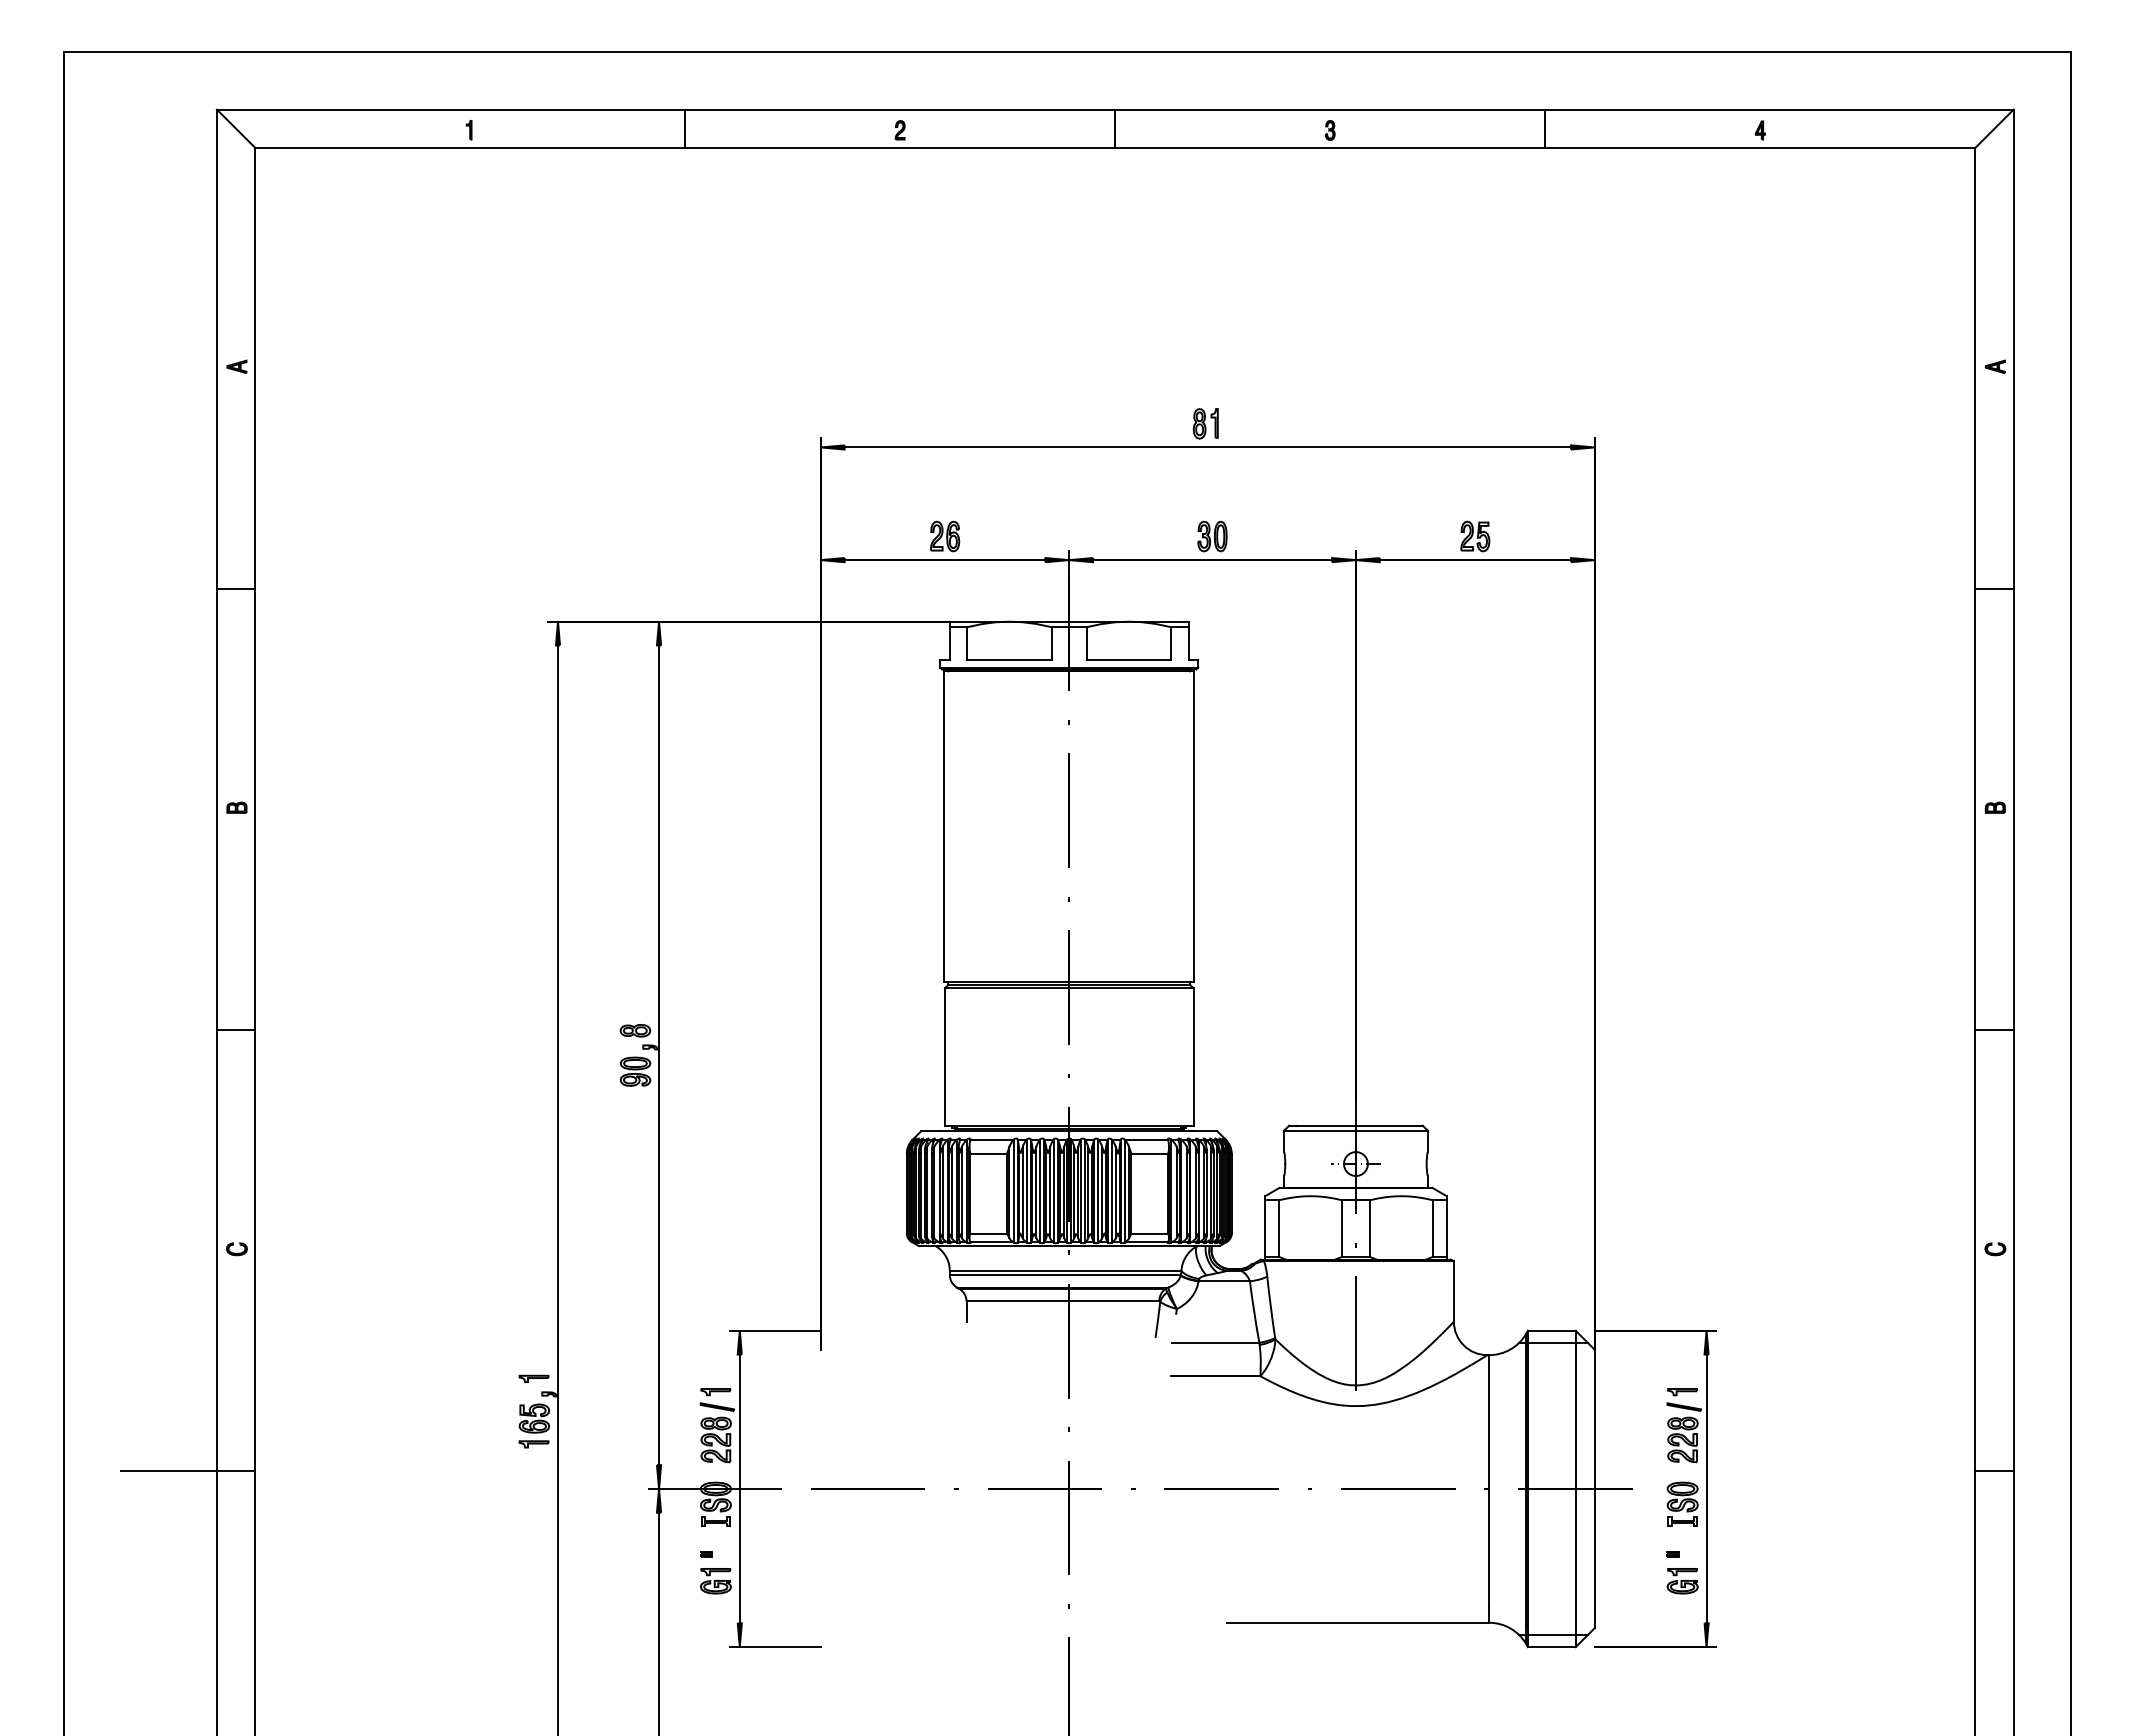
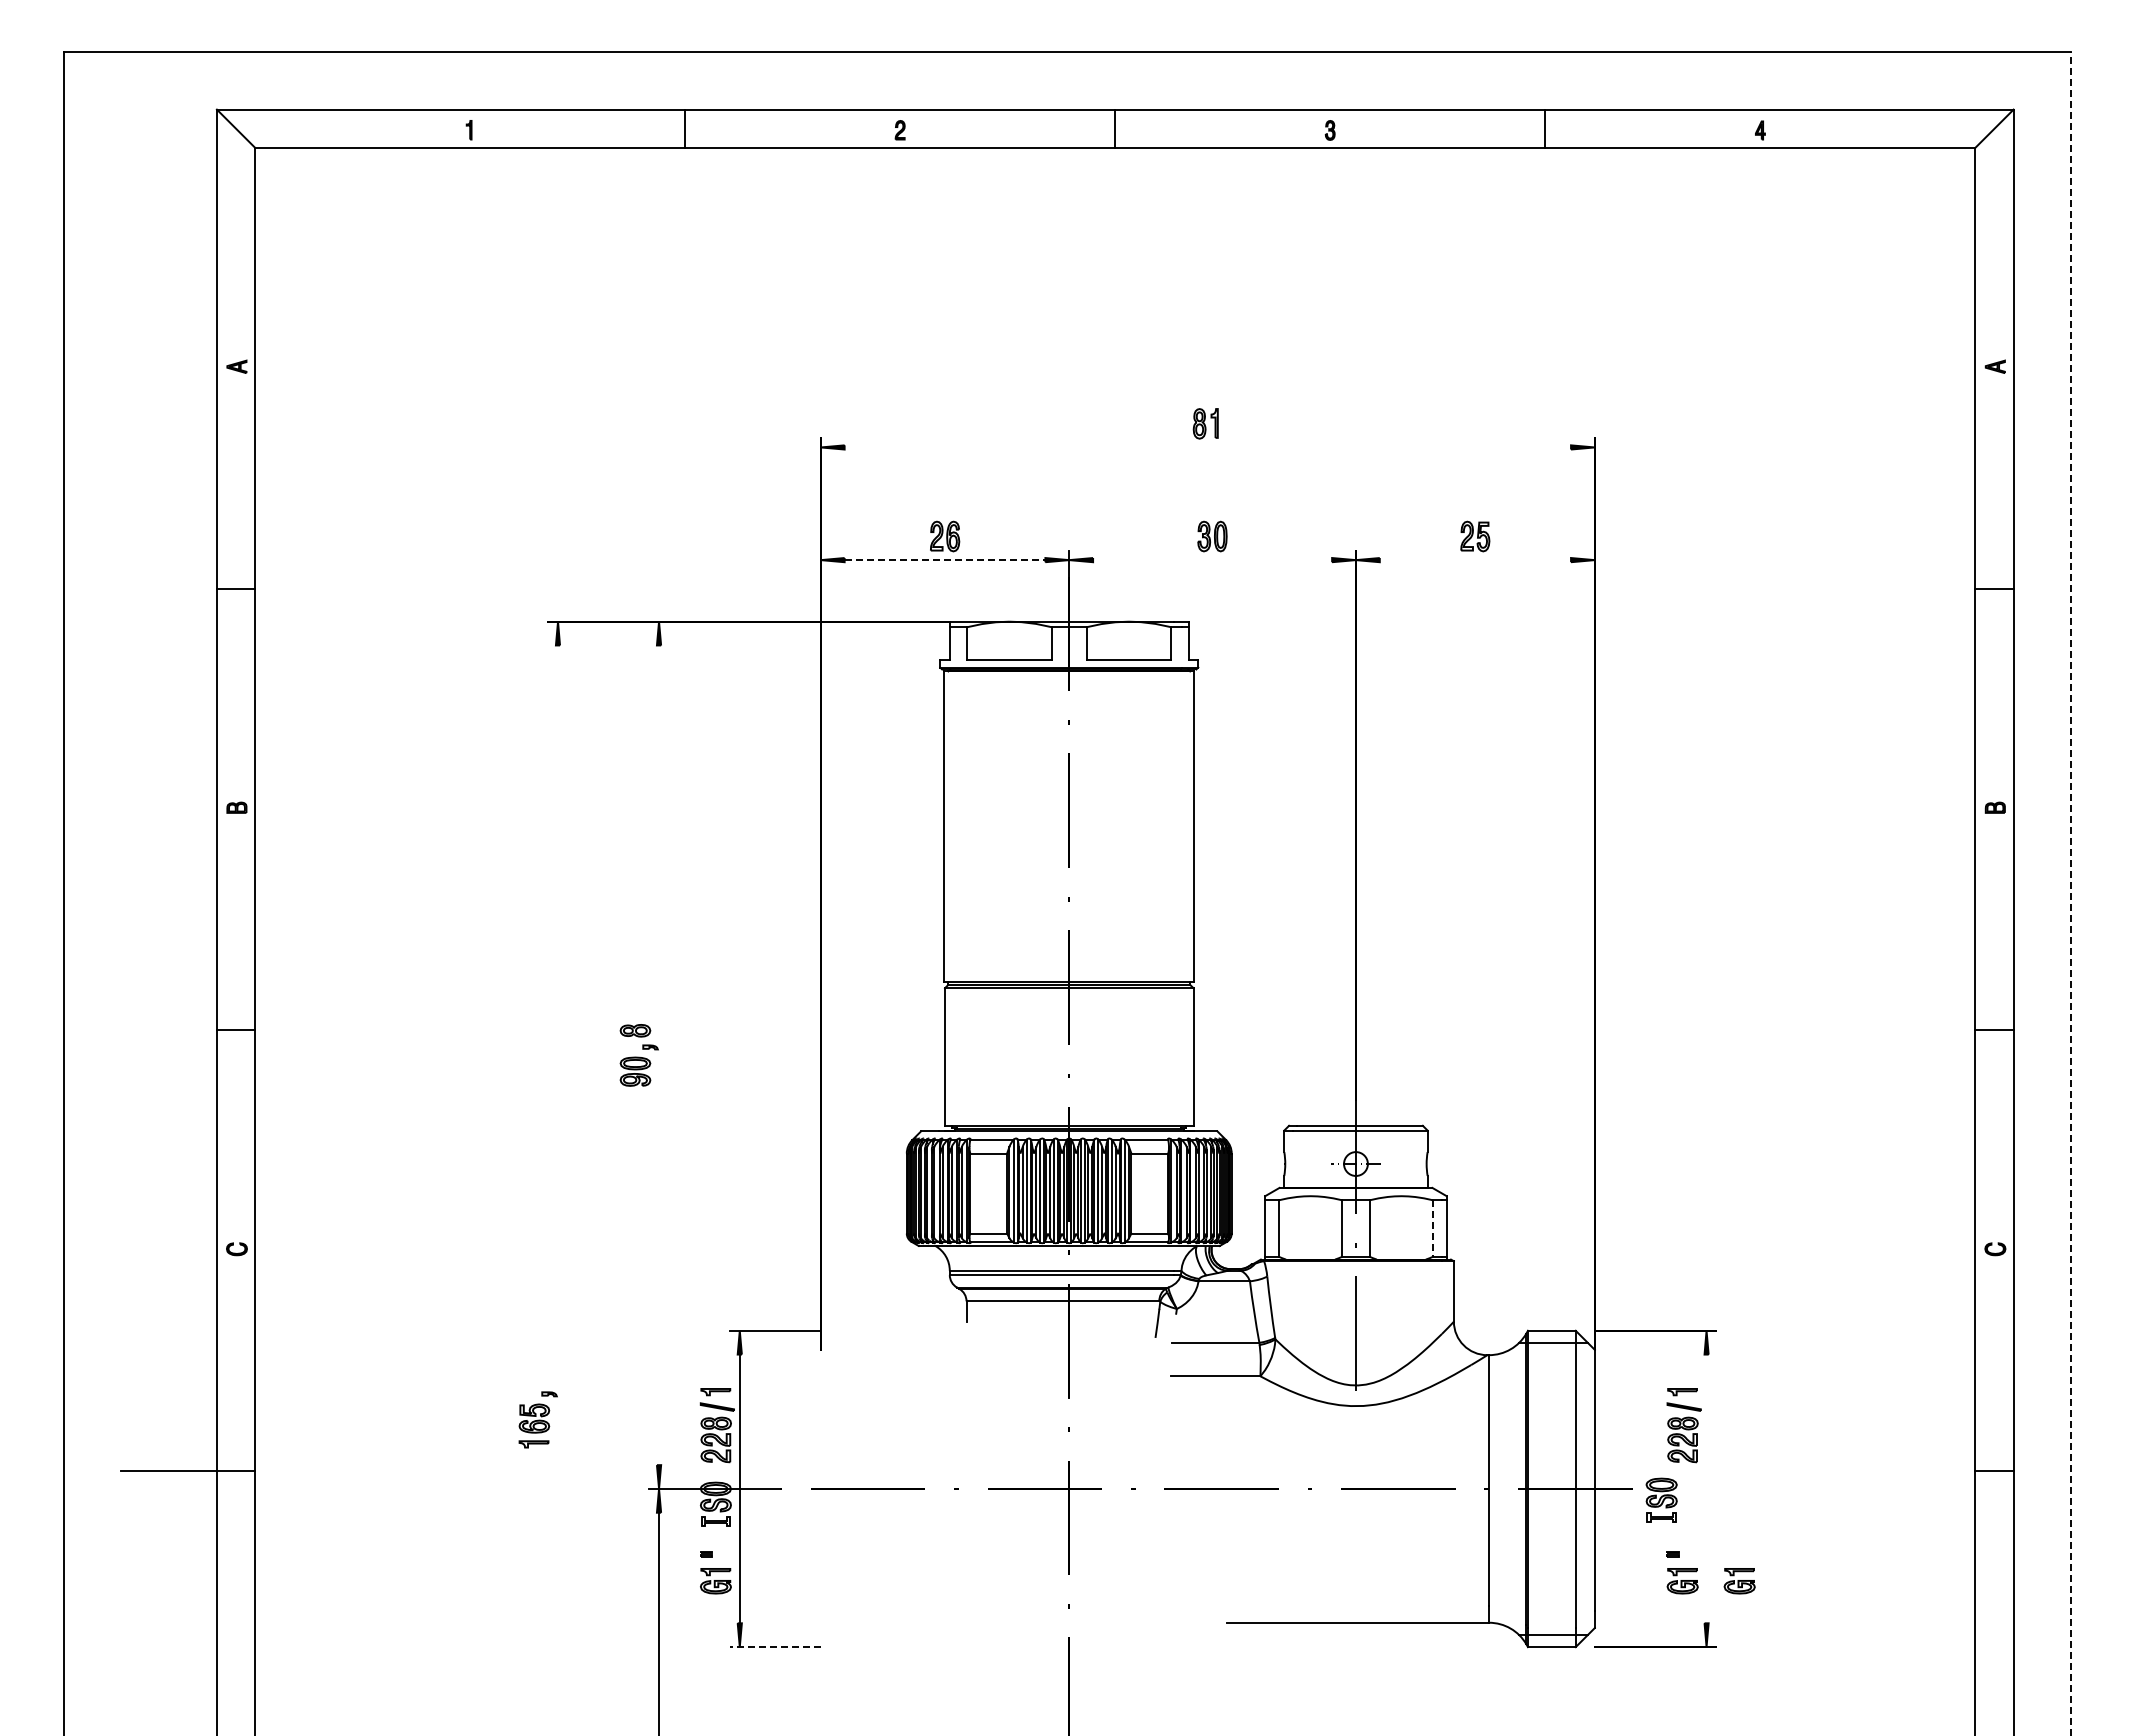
line at (1207, 447): present -> none
line at (945, 560): solid -> dashed
line at (1212, 560): present -> none
line at (1475, 560): present -> none
line at (2070, 894): solid -> dashed
line at (659, 1055): present -> none
line at (558, 1188): present -> none
line at (1433, 1229): solid -> dashed
part at (533, 1378): present -> none
line at (1706, 1488): present -> none
part at (1682, 1503) position: (1682, 1503) -> (1661, 1499)
part at (1739, 1581): none -> present
line at (774, 1647): solid -> dashed
